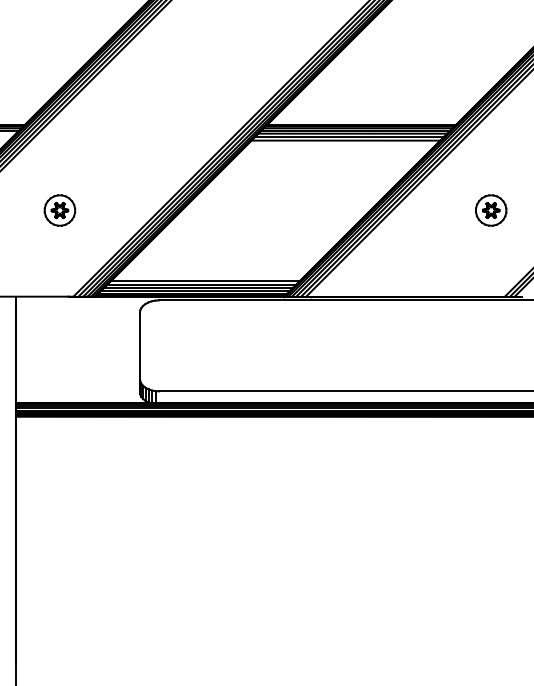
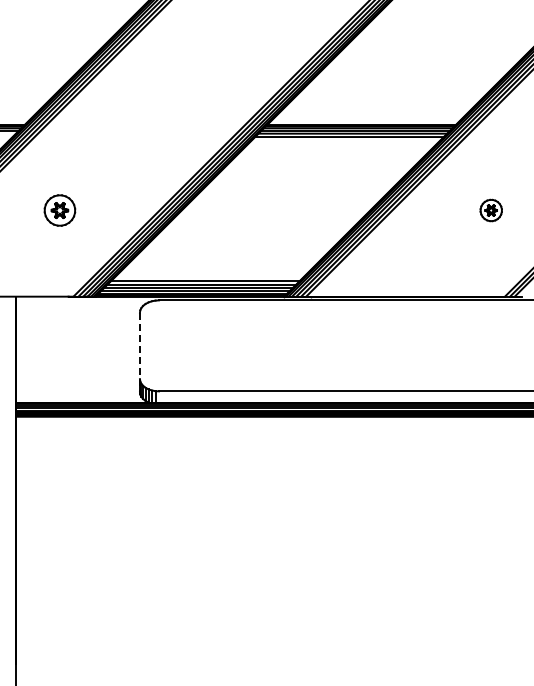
line at (345, 140): present -> none
part at (491, 210) size: 33x33 px -> 24x25 px
line at (139, 352): solid -> dashed
